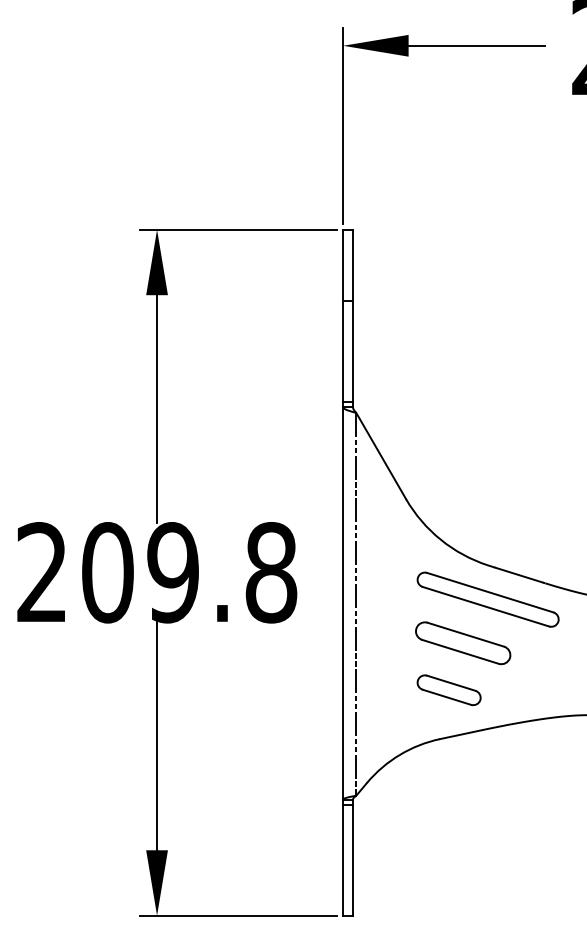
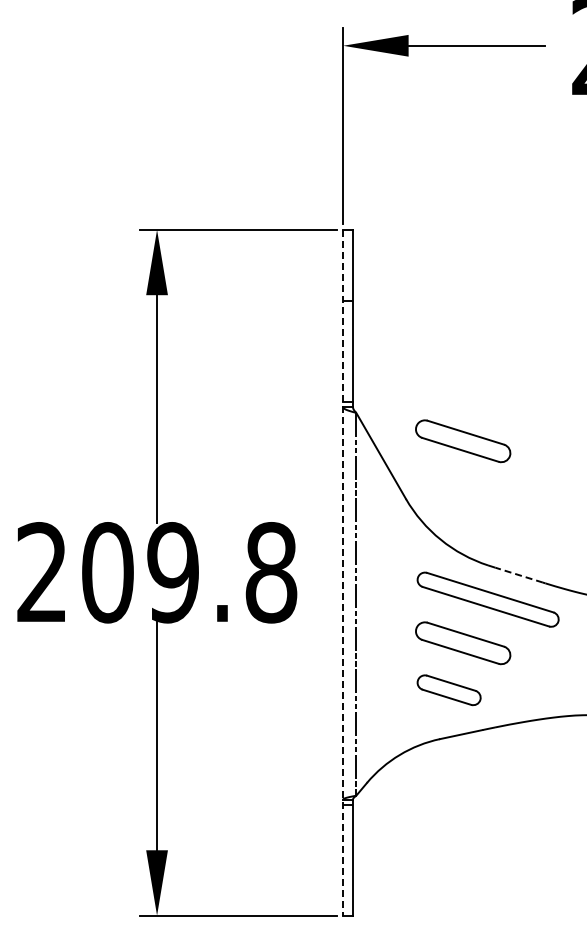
part at (463, 441): none -> present
line at (343, 572): solid -> dashed
line at (519, 575): solid -> dashed
